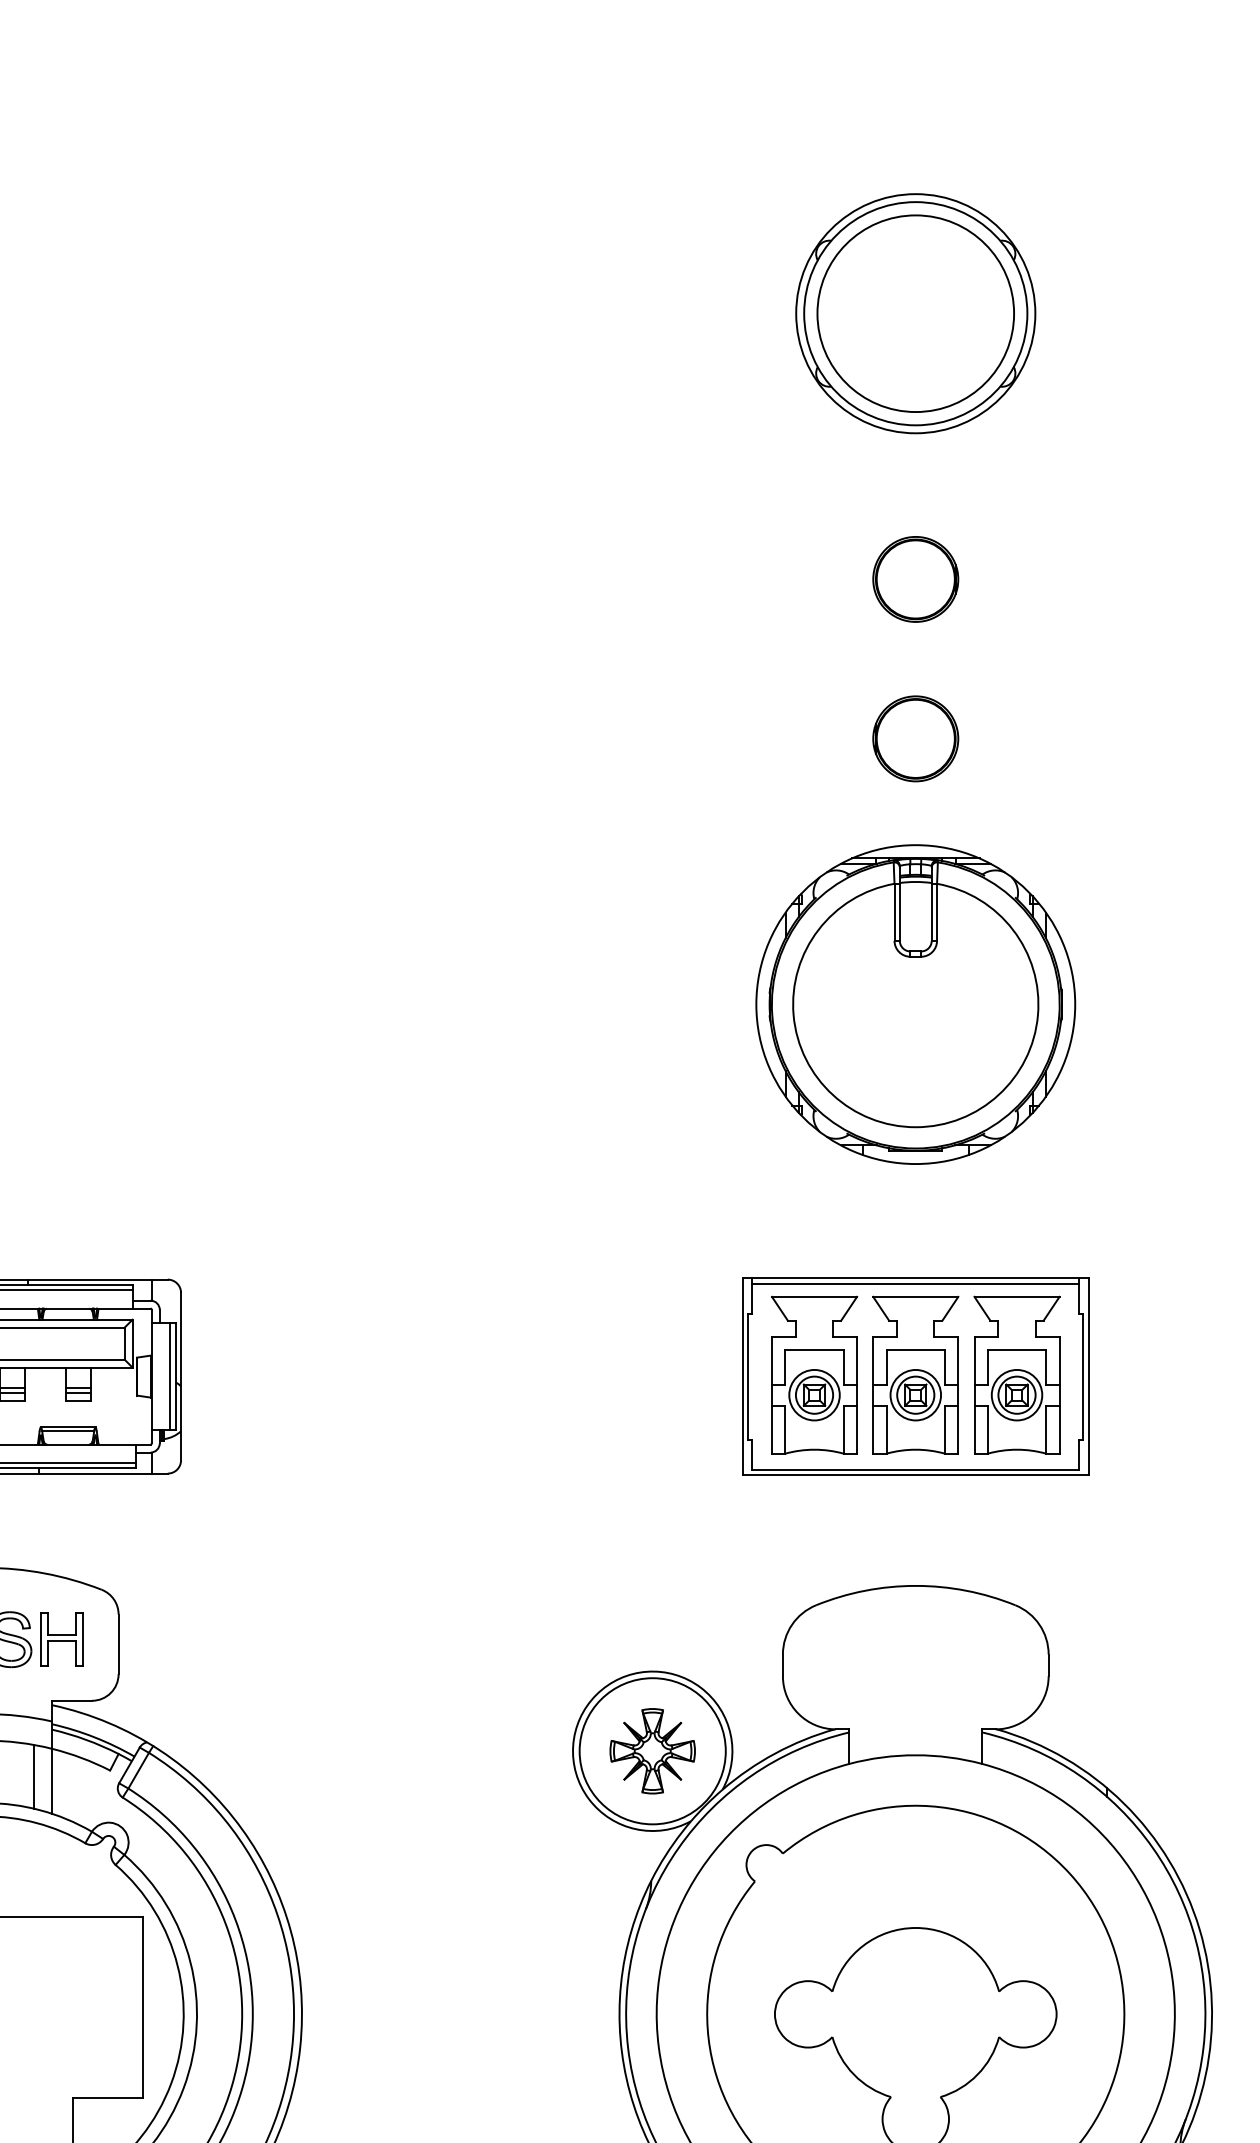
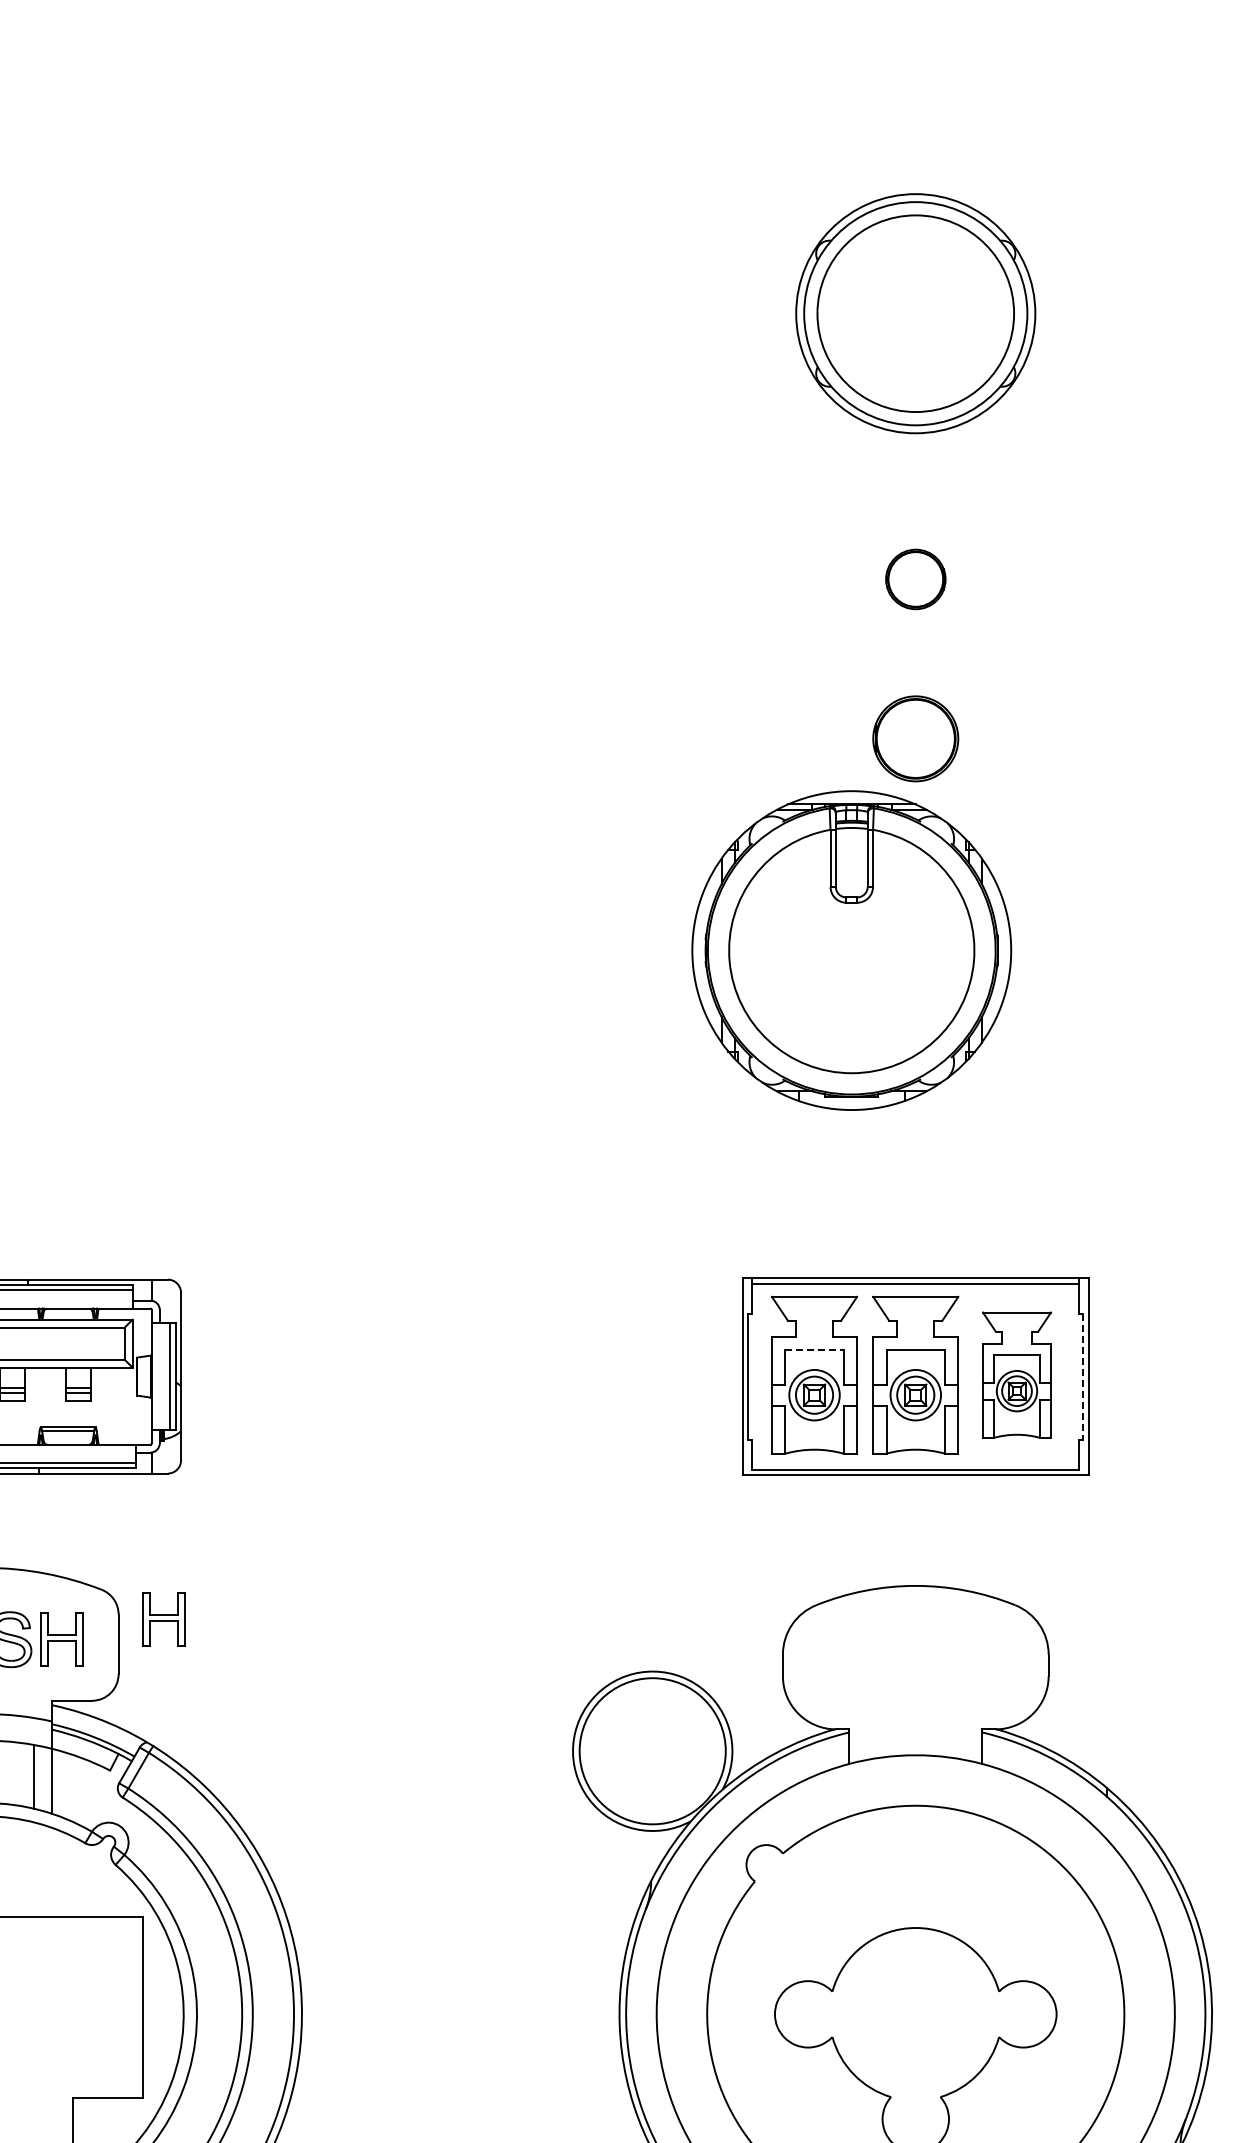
part at (915, 579) size: 88x87 px -> 62x63 px
part at (915, 1004) position: (915, 1004) -> (851, 950)
line at (815, 1350): solid -> dashed
part at (1016, 1374) size: 88x160 px -> 71x128 px
line at (1083, 1377): solid -> dashed
part at (163, 1619): none -> present
part at (652, 1751): present -> none
